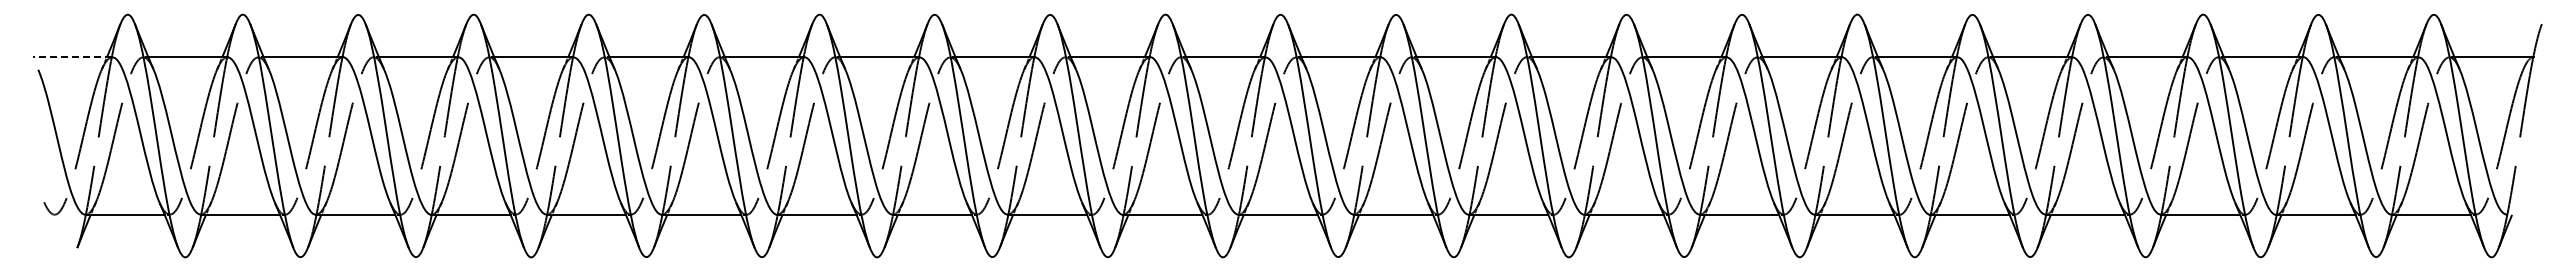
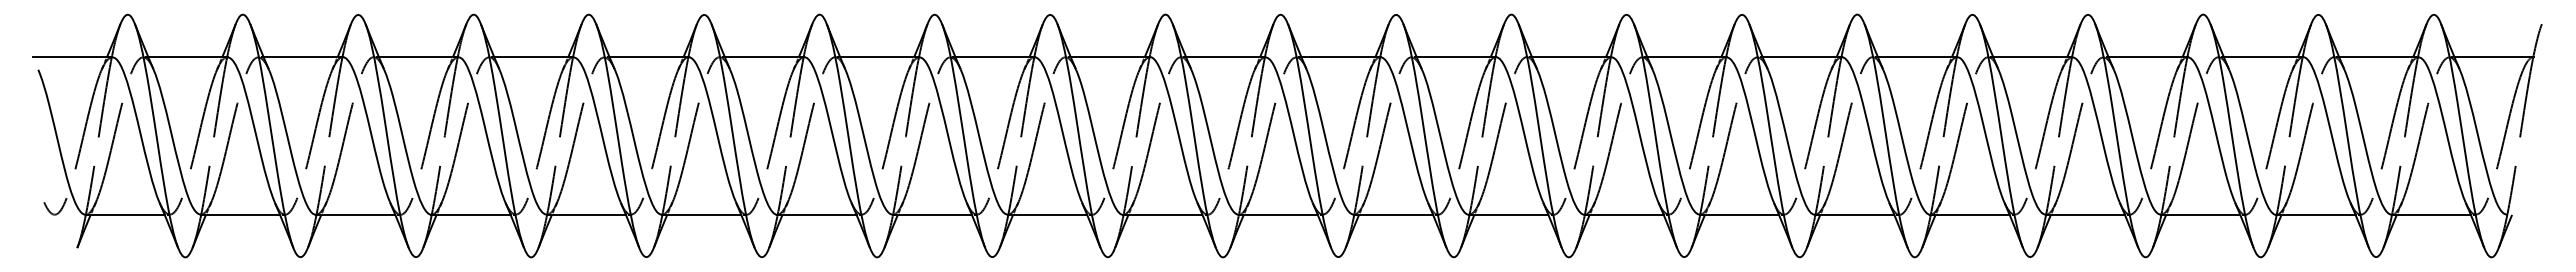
line at (72, 57): dashed -> solid
